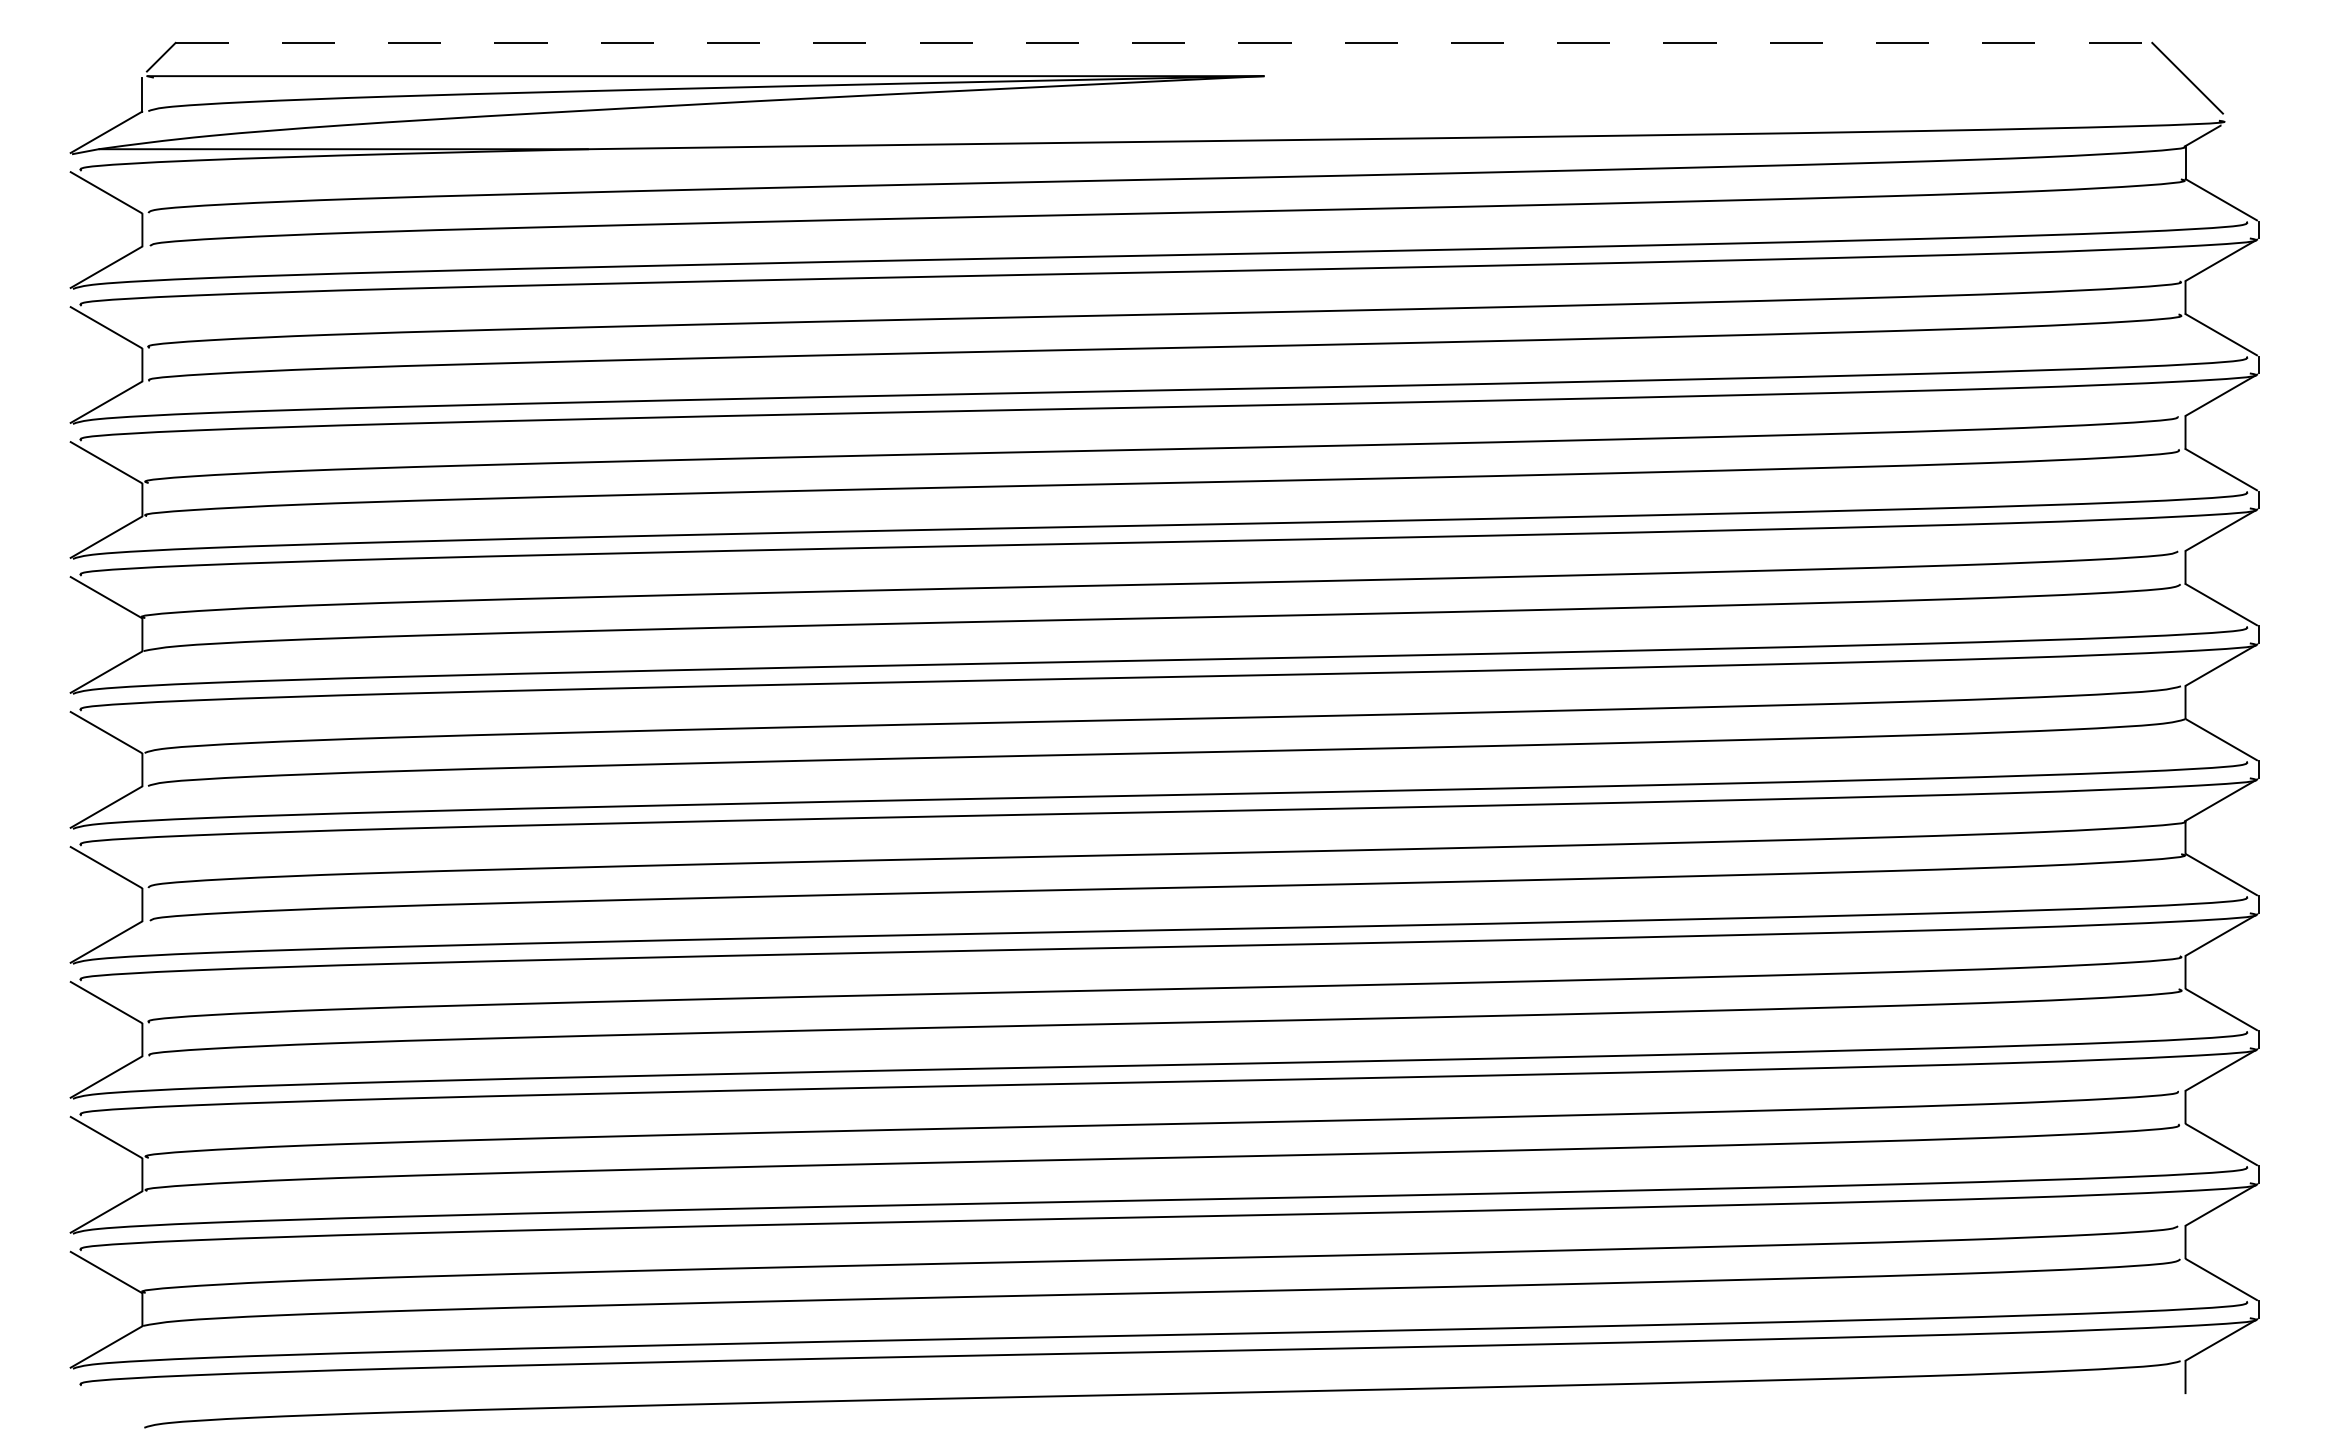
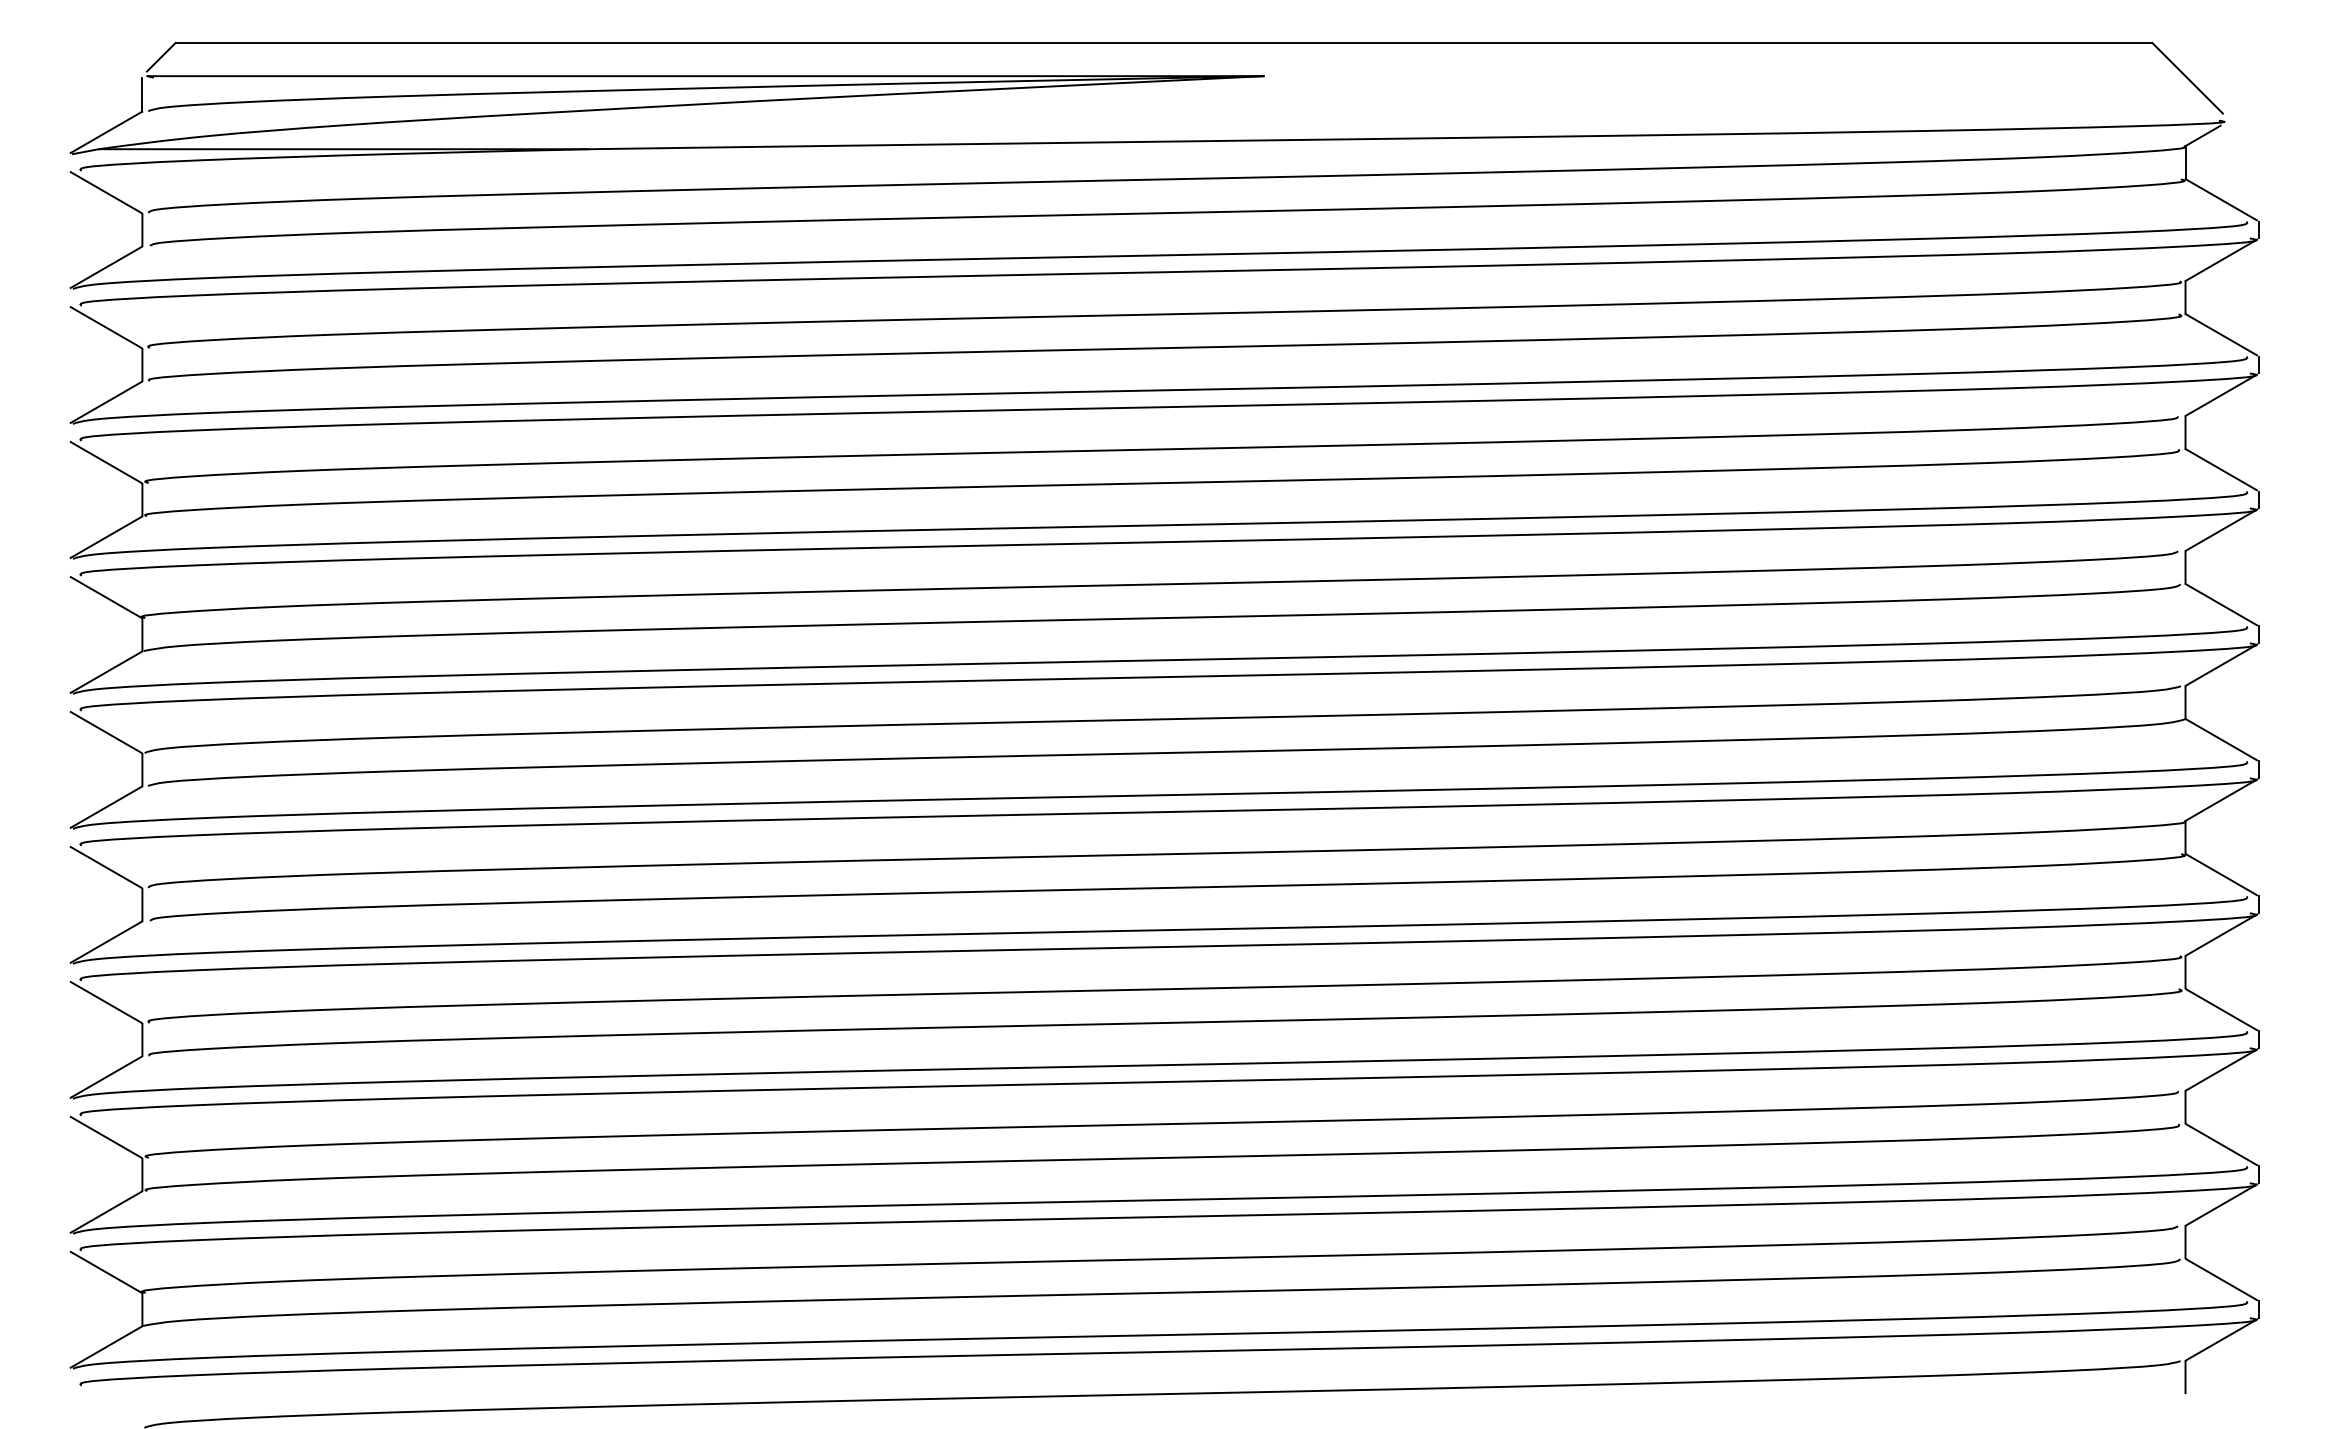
line at (1164, 42): dashed -> solid
